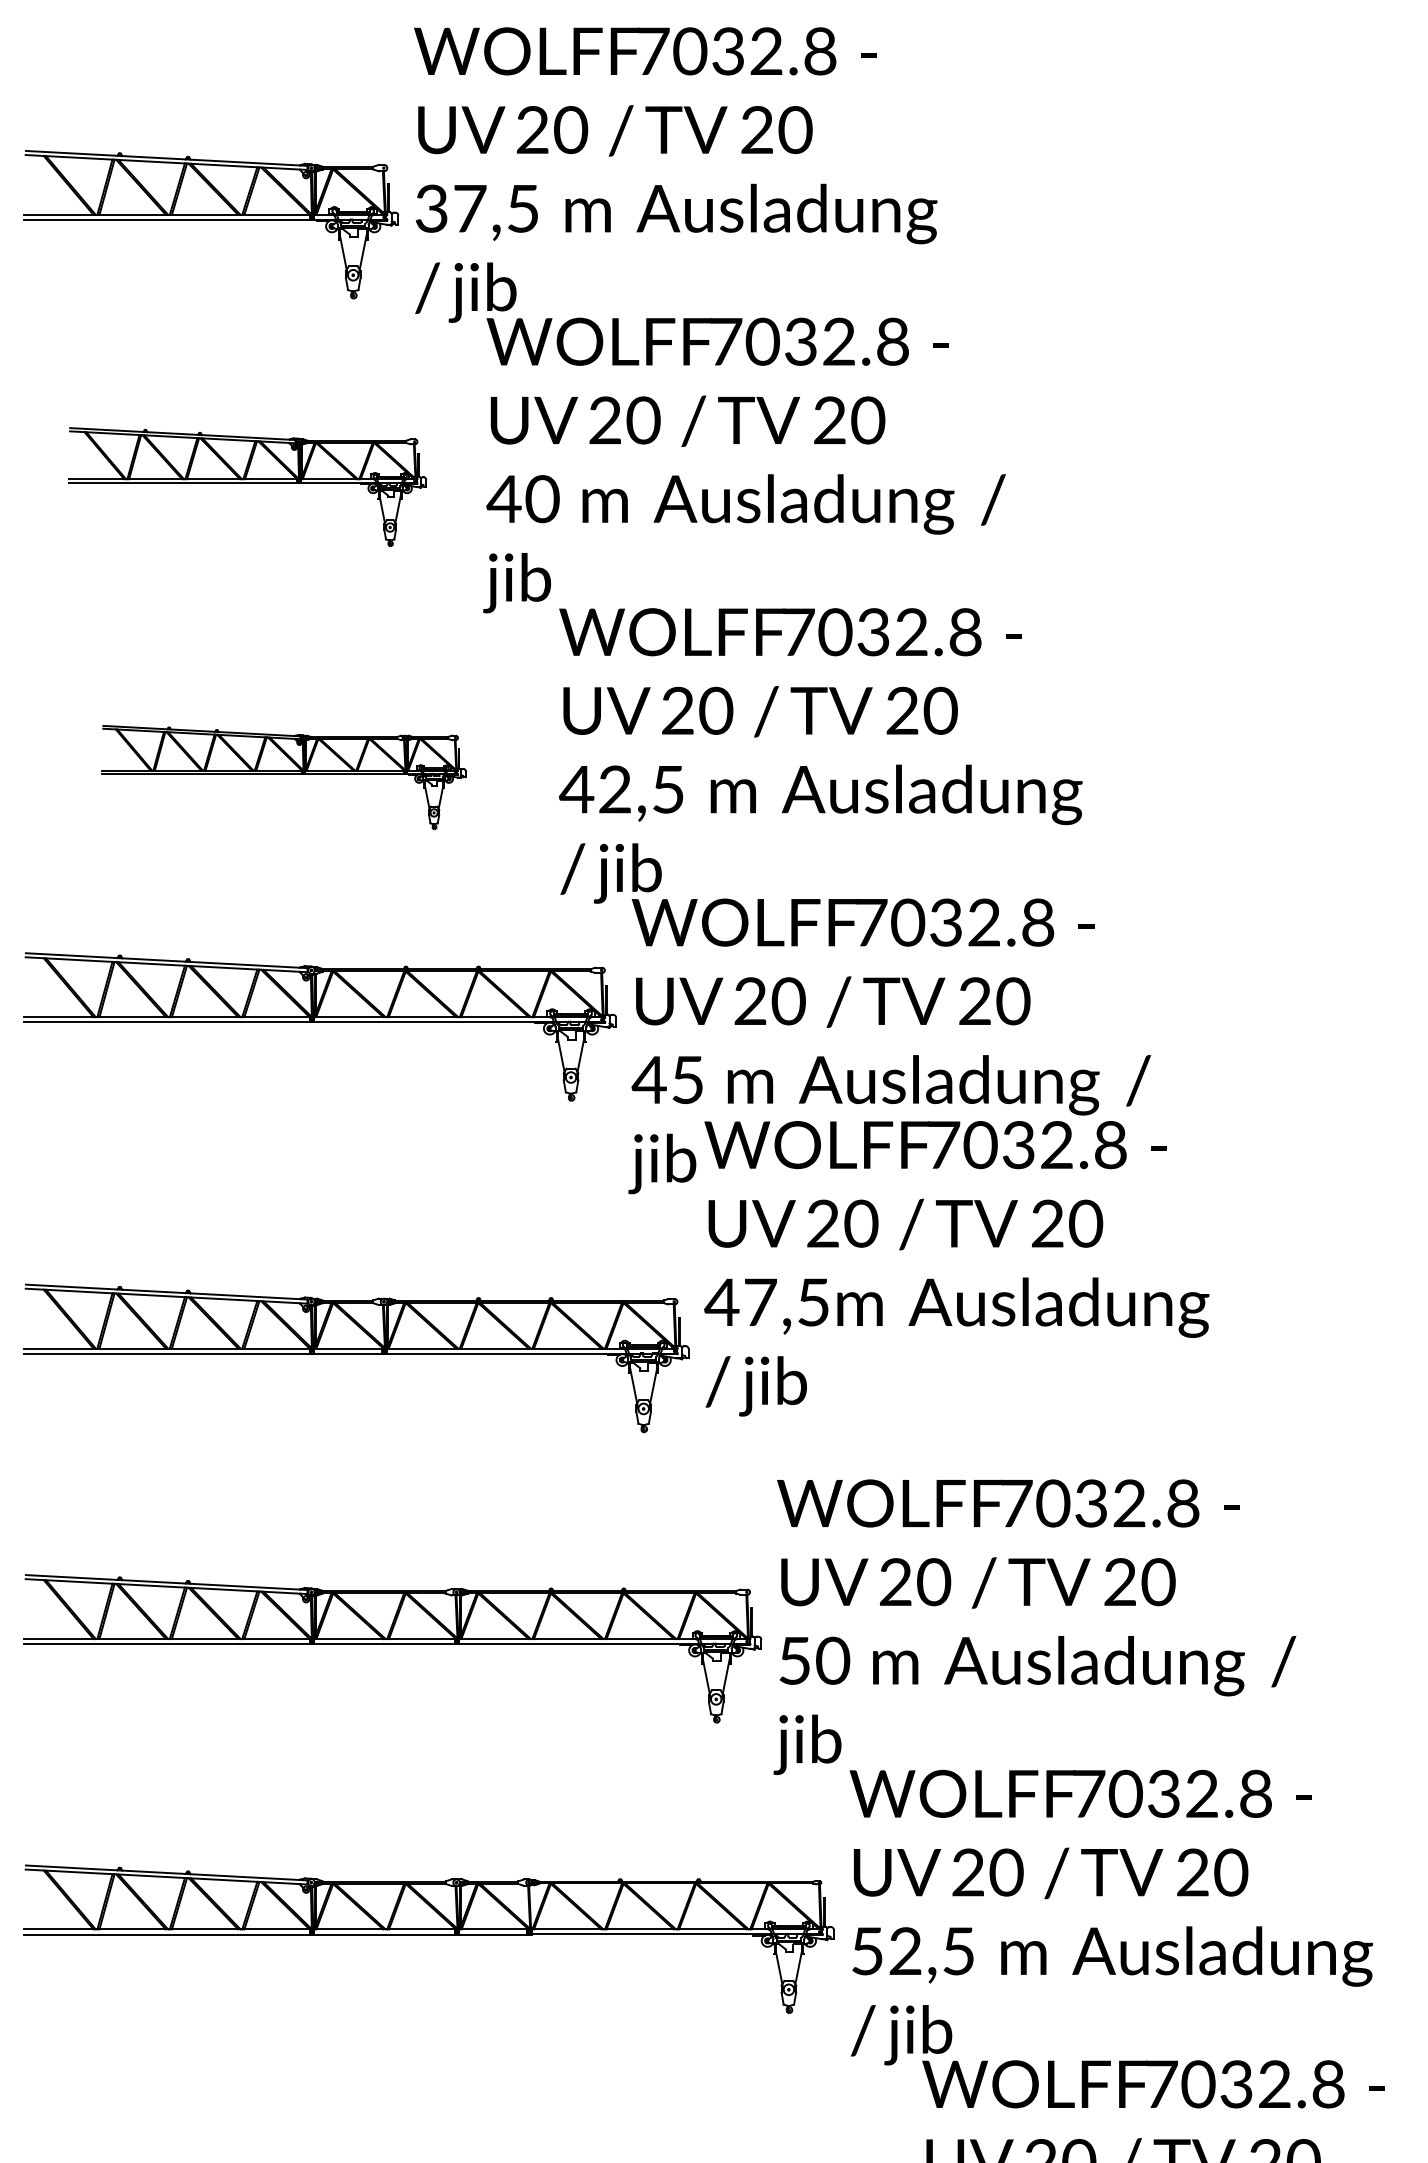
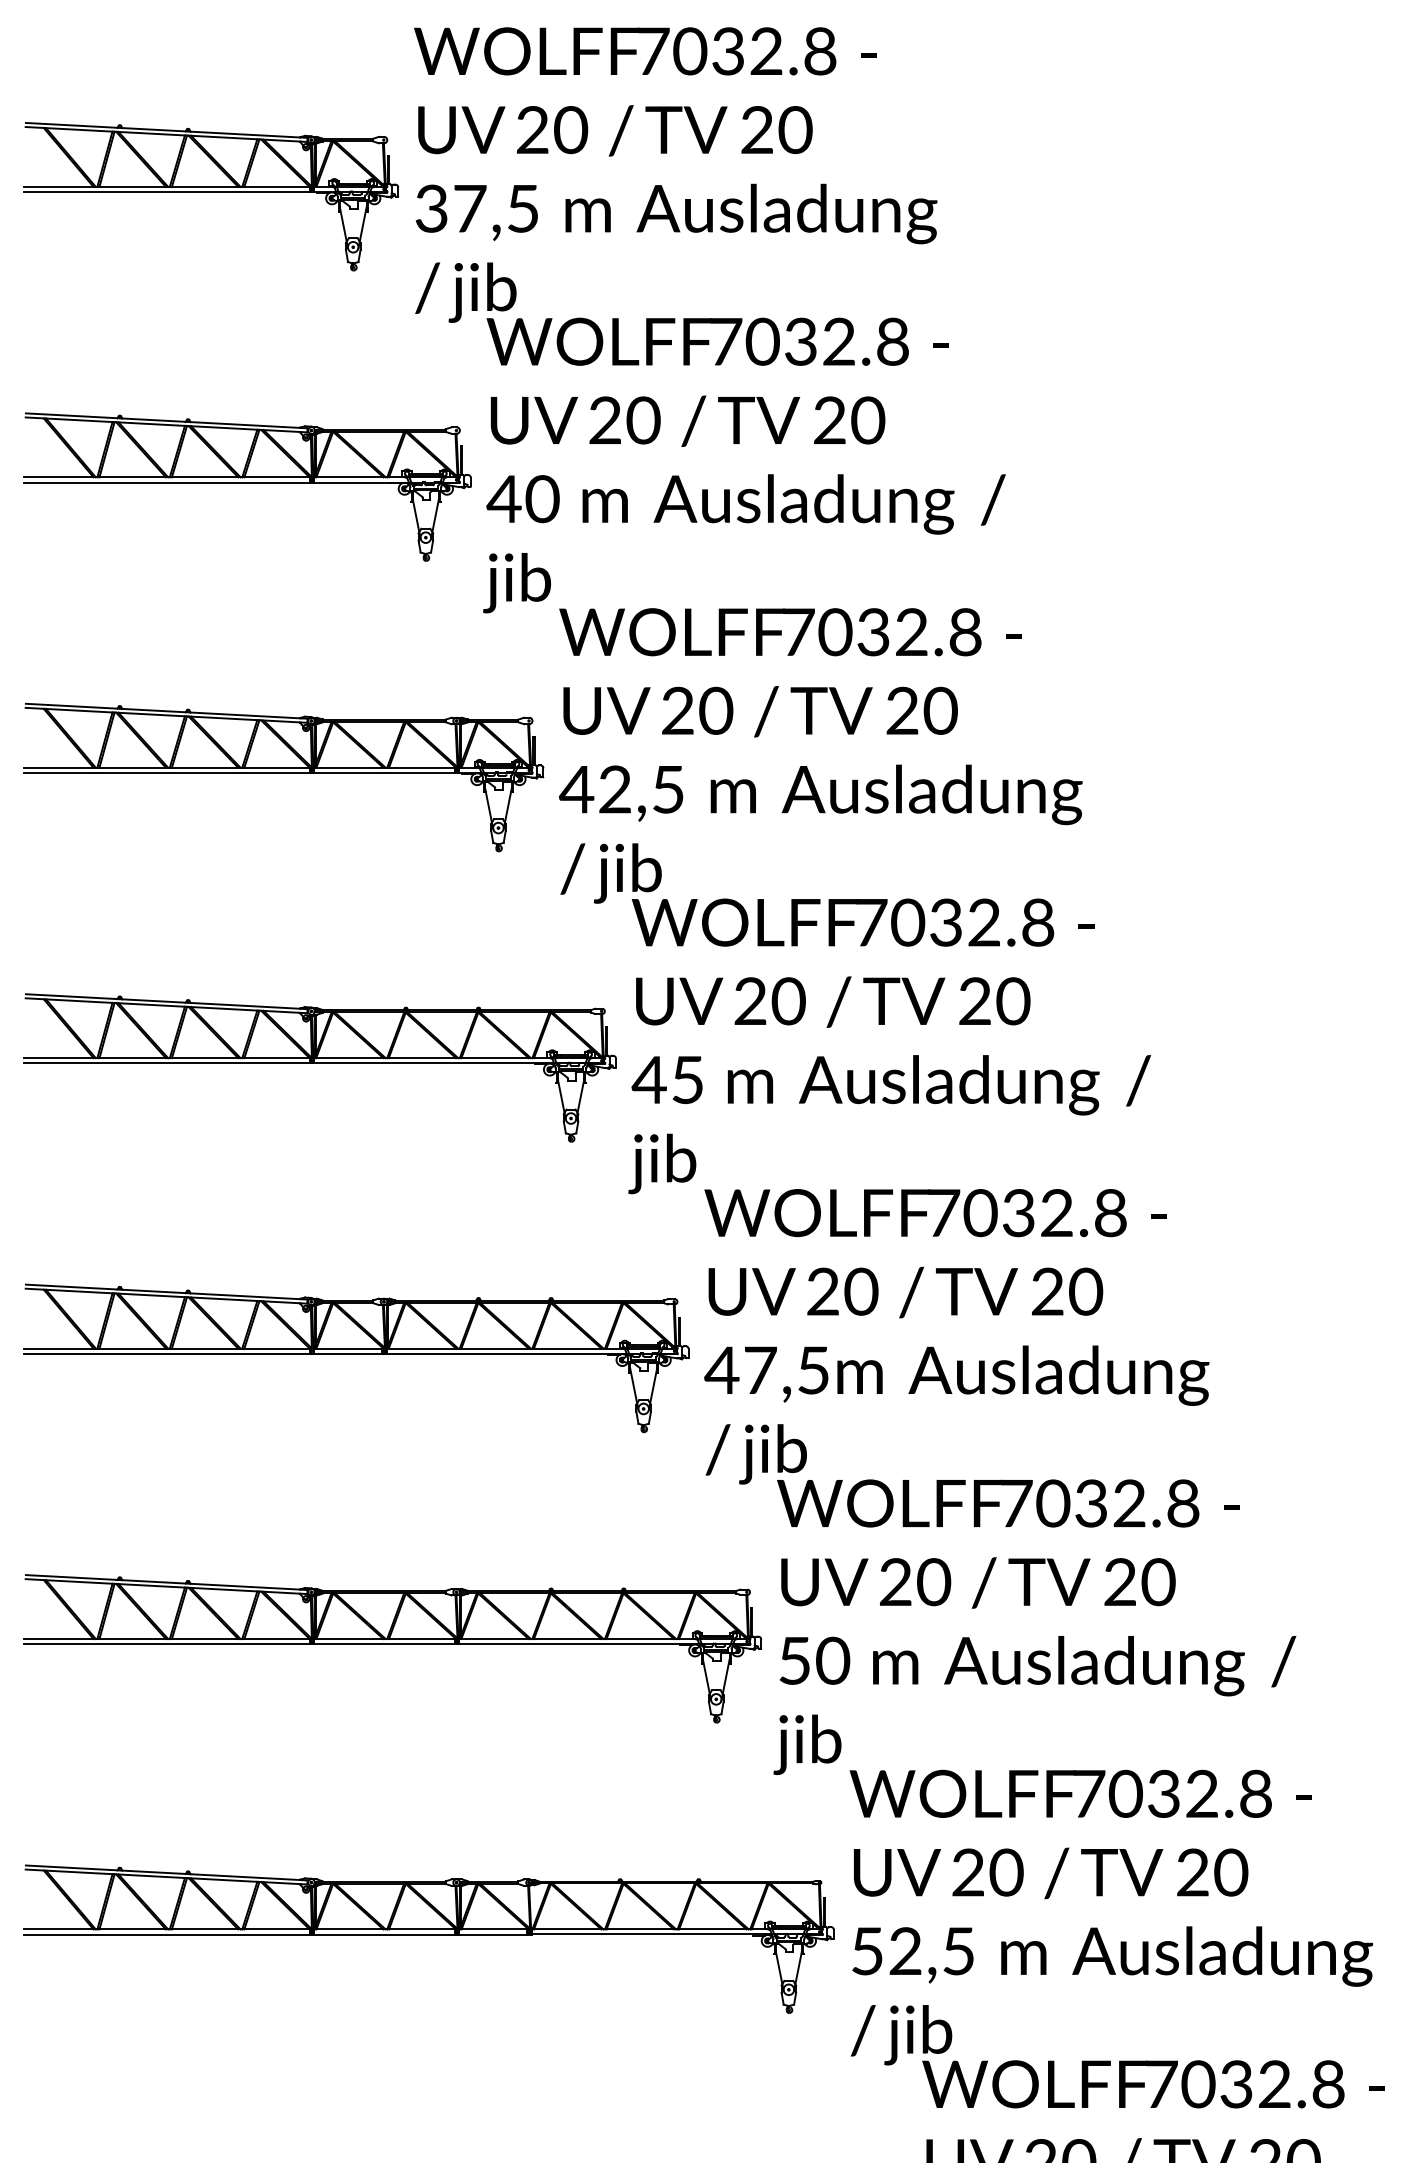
part at (210, 224) position: (210, 224) -> (210, 196)
part at (247, 486) size: 359x120 px -> 449x150 px
part at (283, 777) size: 366x106 px -> 522x151 px
part at (319, 1026) position: (319, 1026) -> (319, 1067)
text at (956, 1268) position: (956, 1268) -> (956, 1336)
